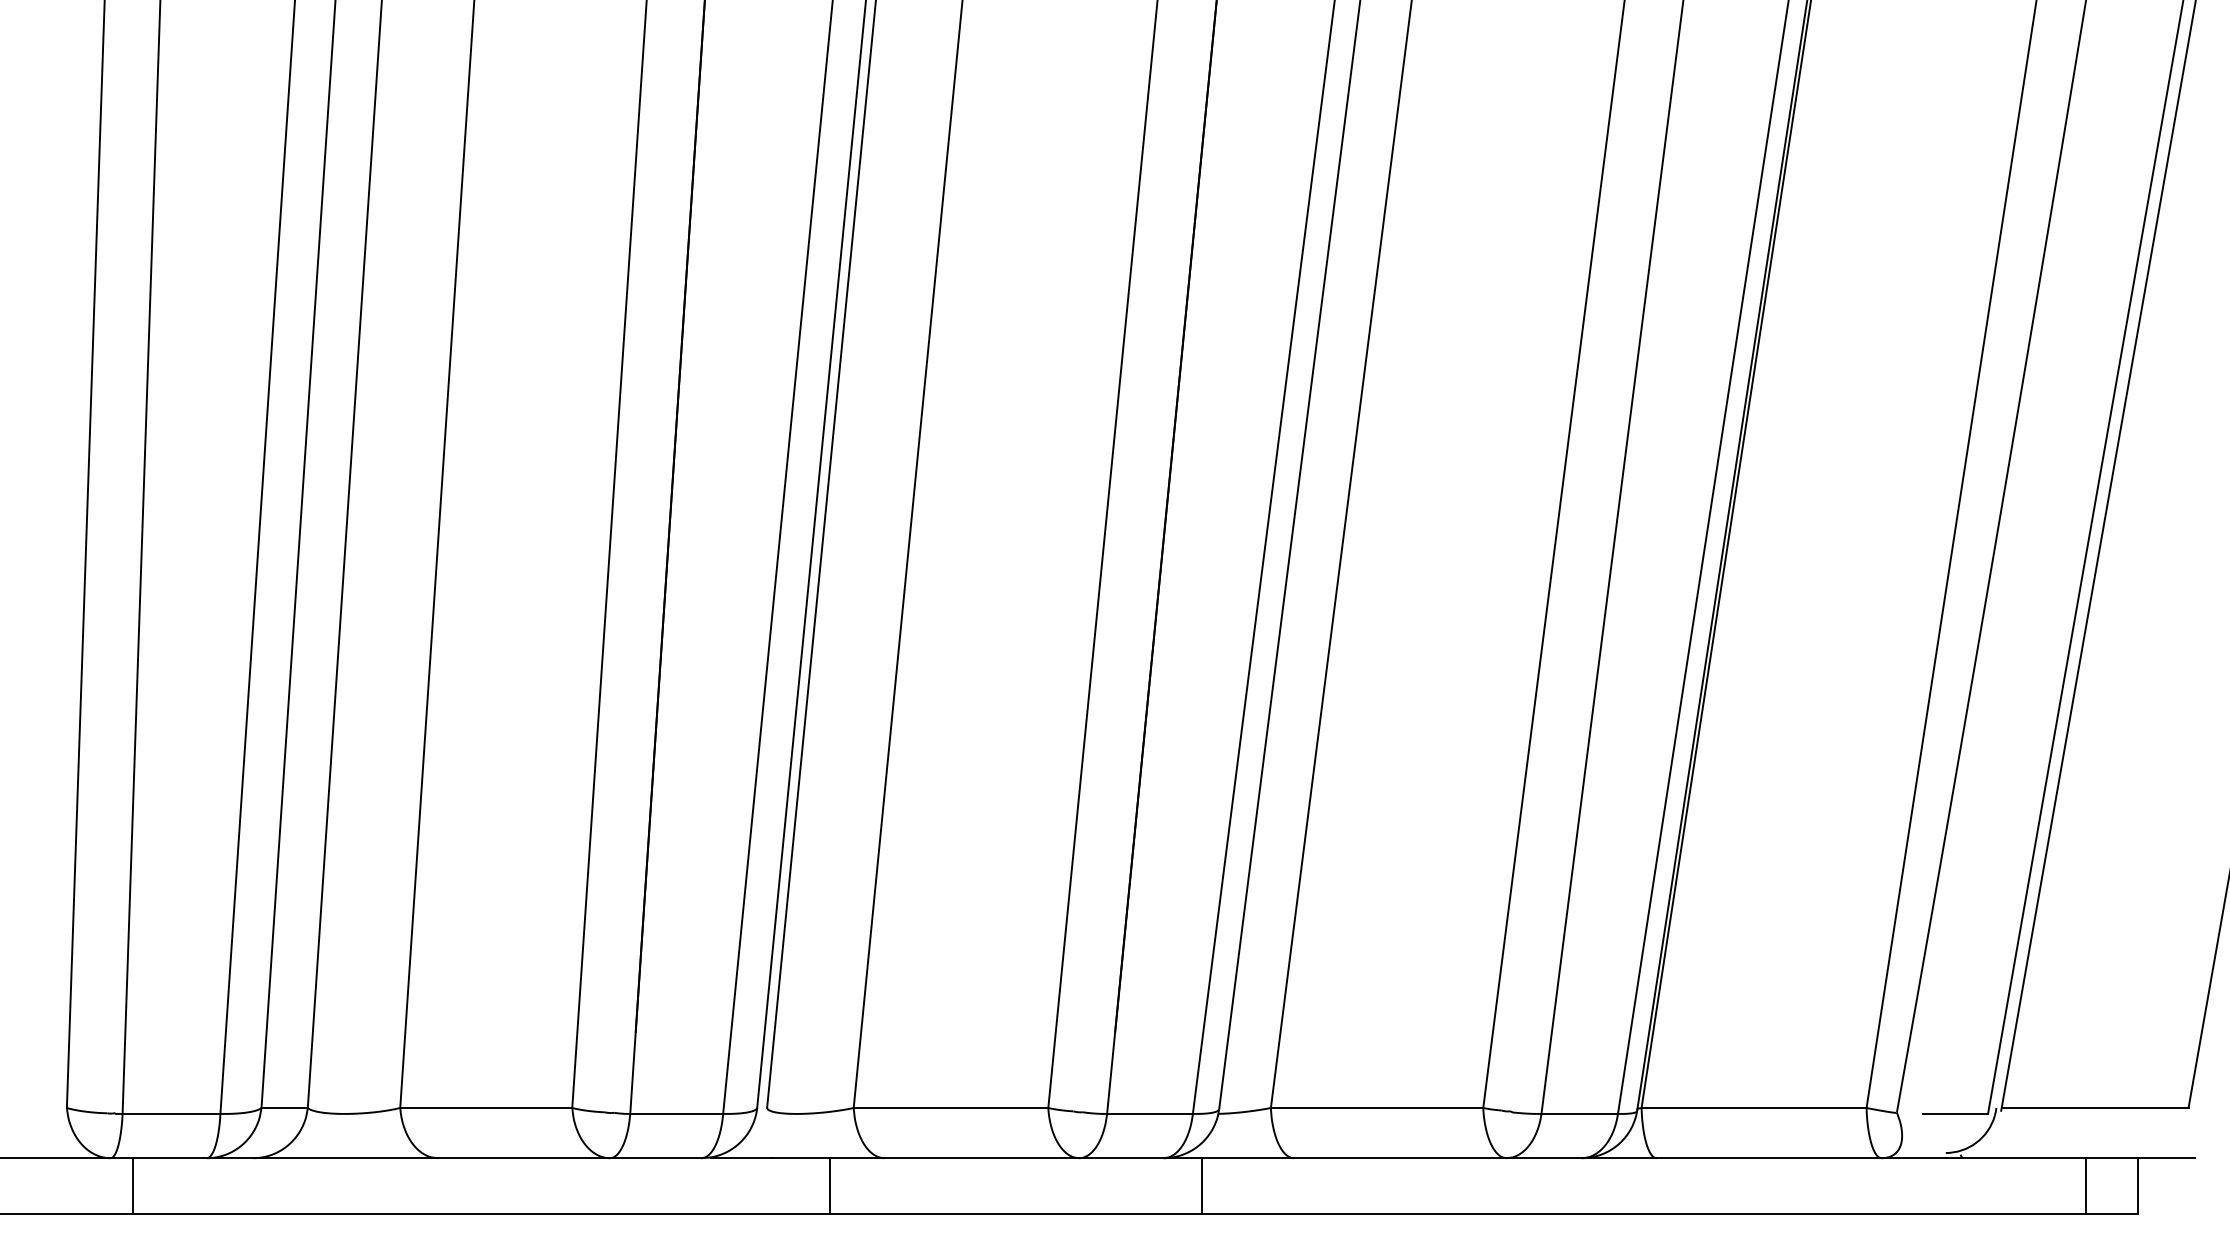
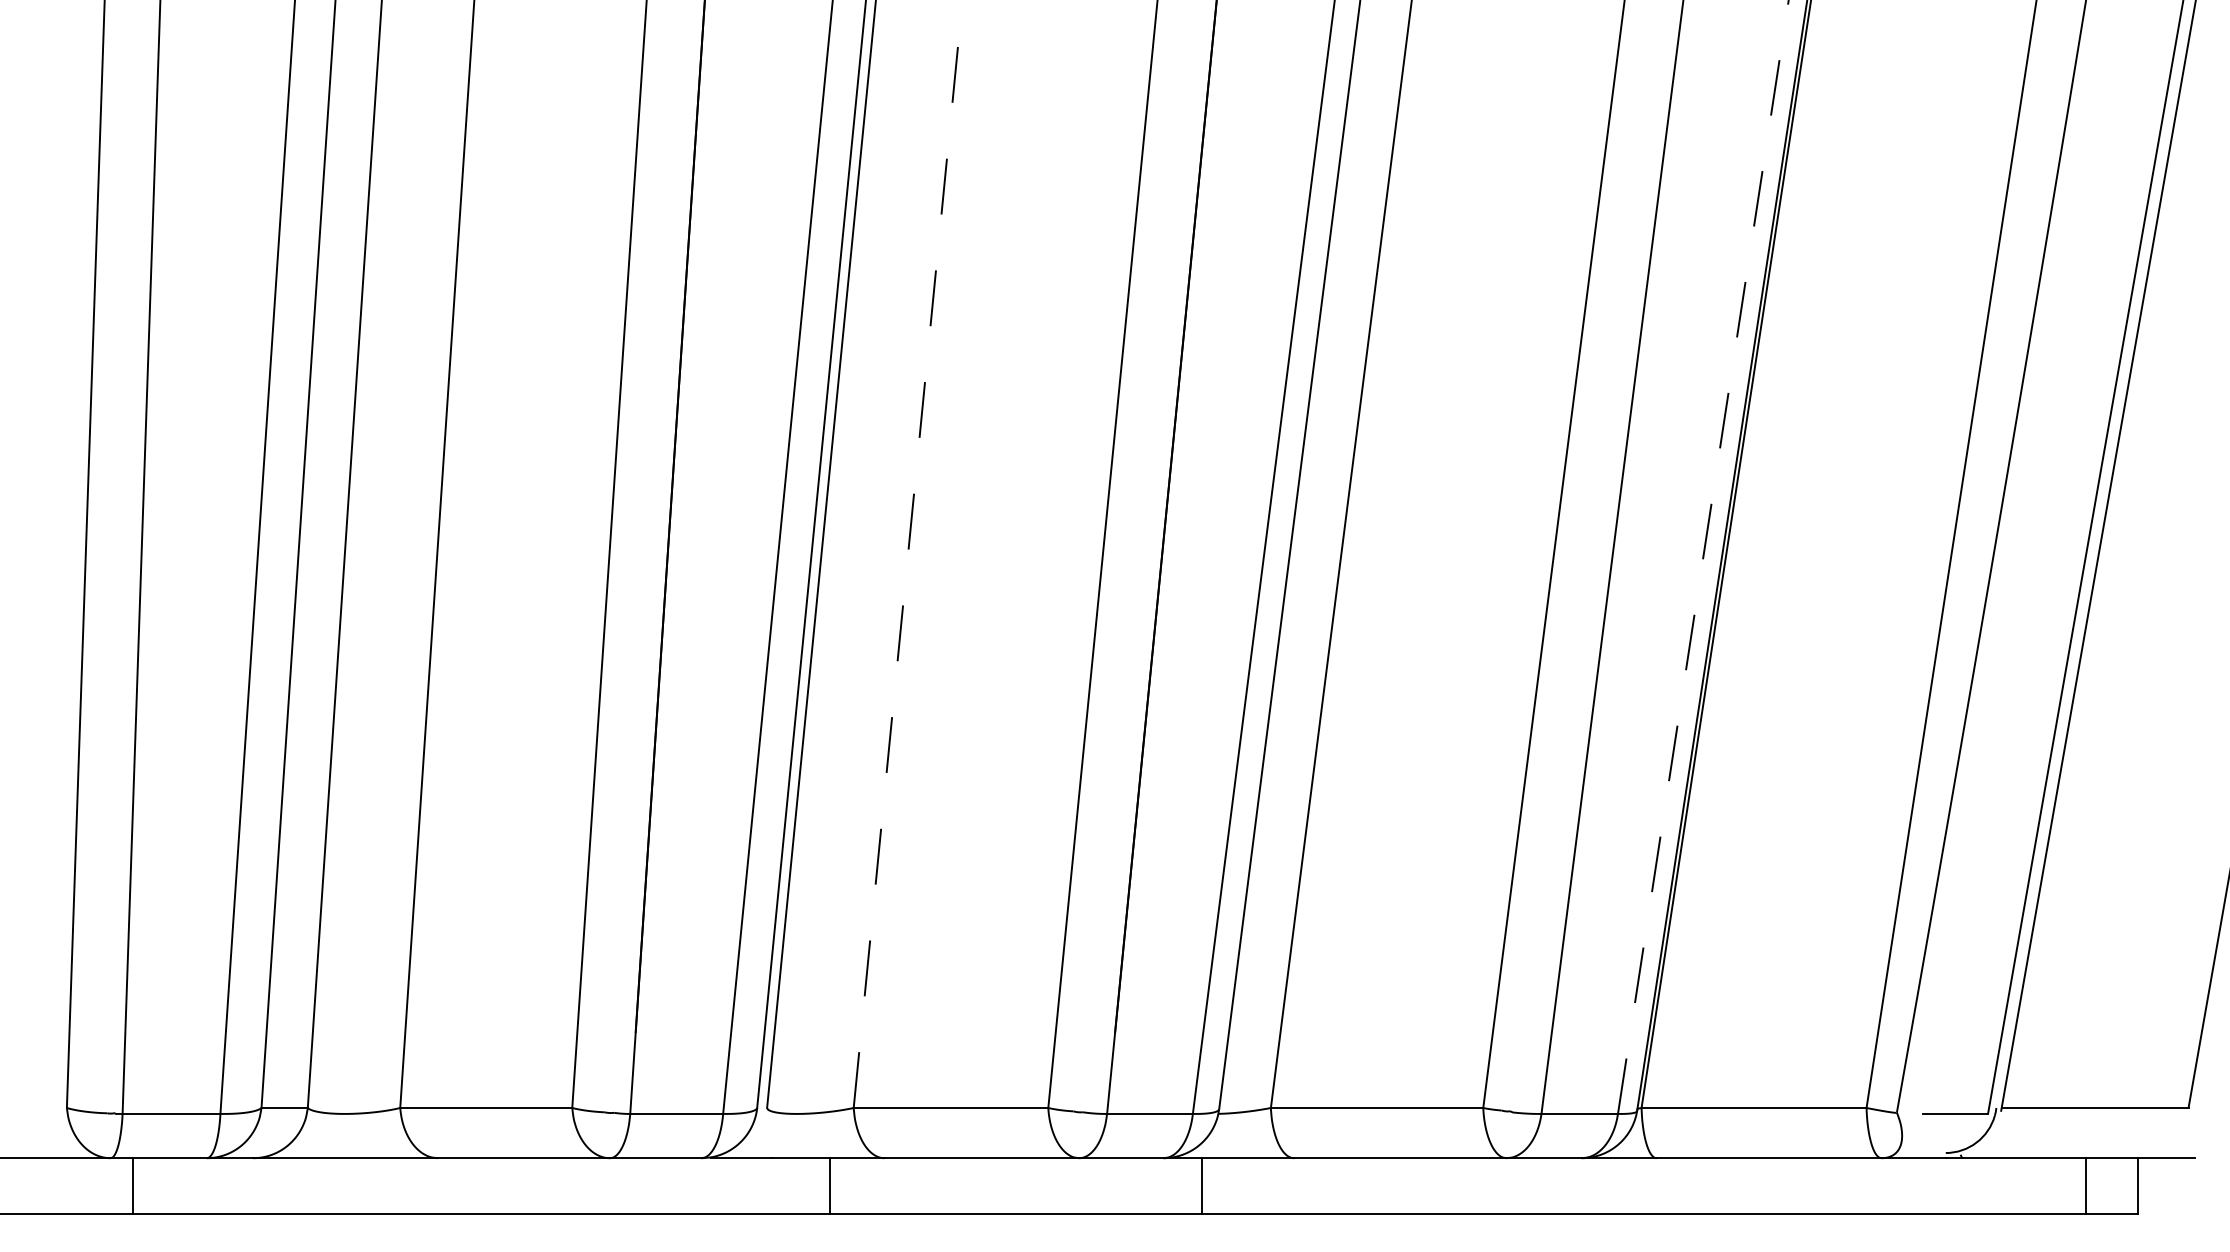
line at (908, 553): solid -> dashed
line at (1703, 556): solid -> dashed
